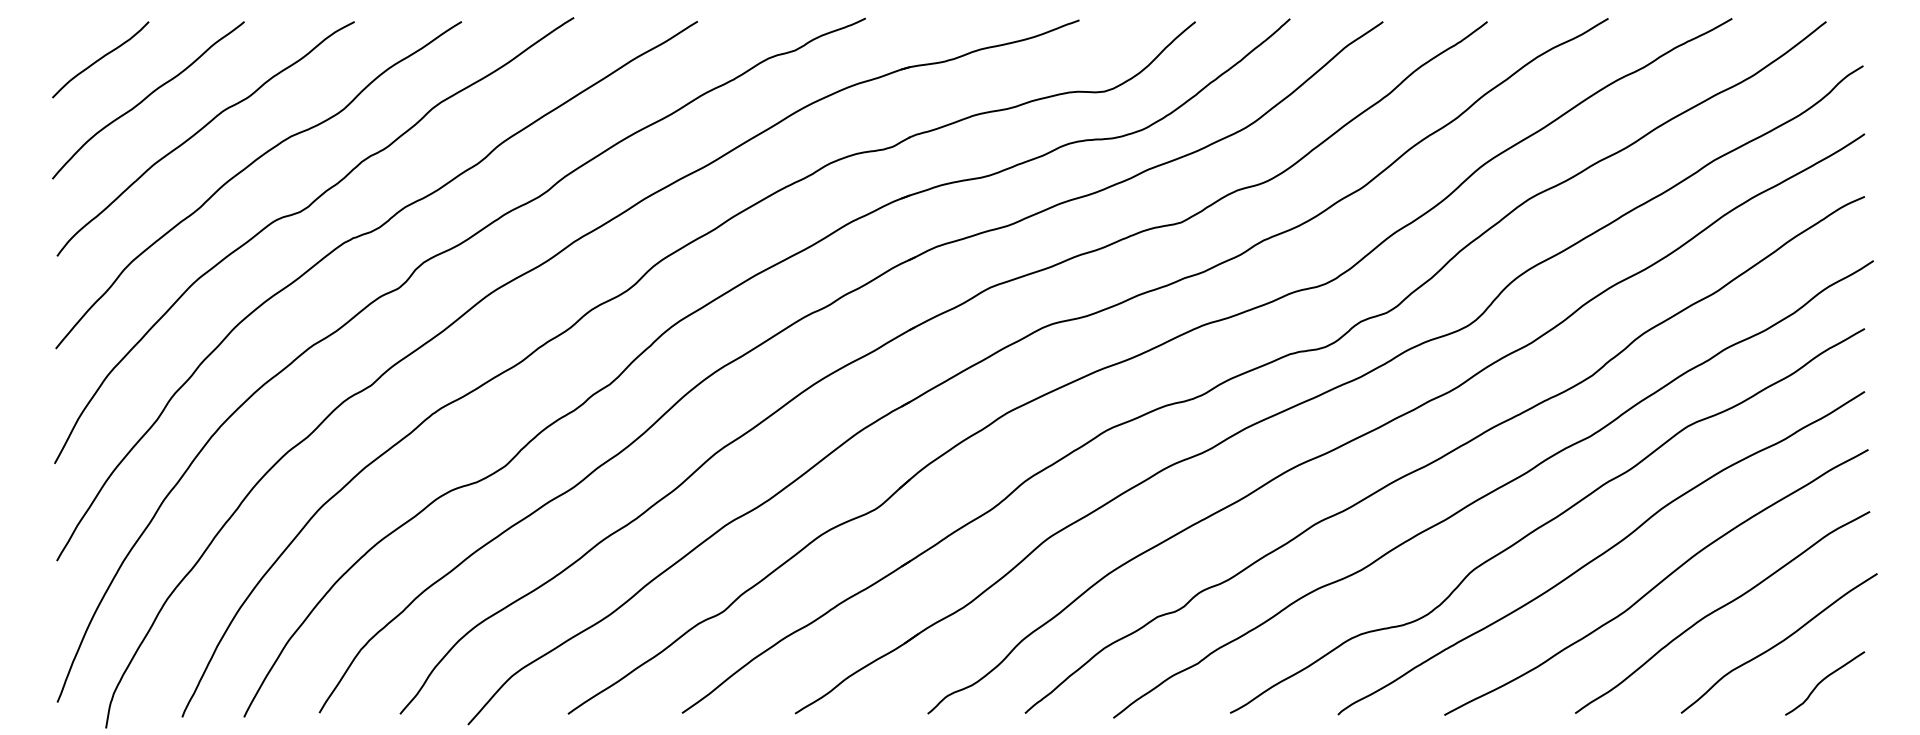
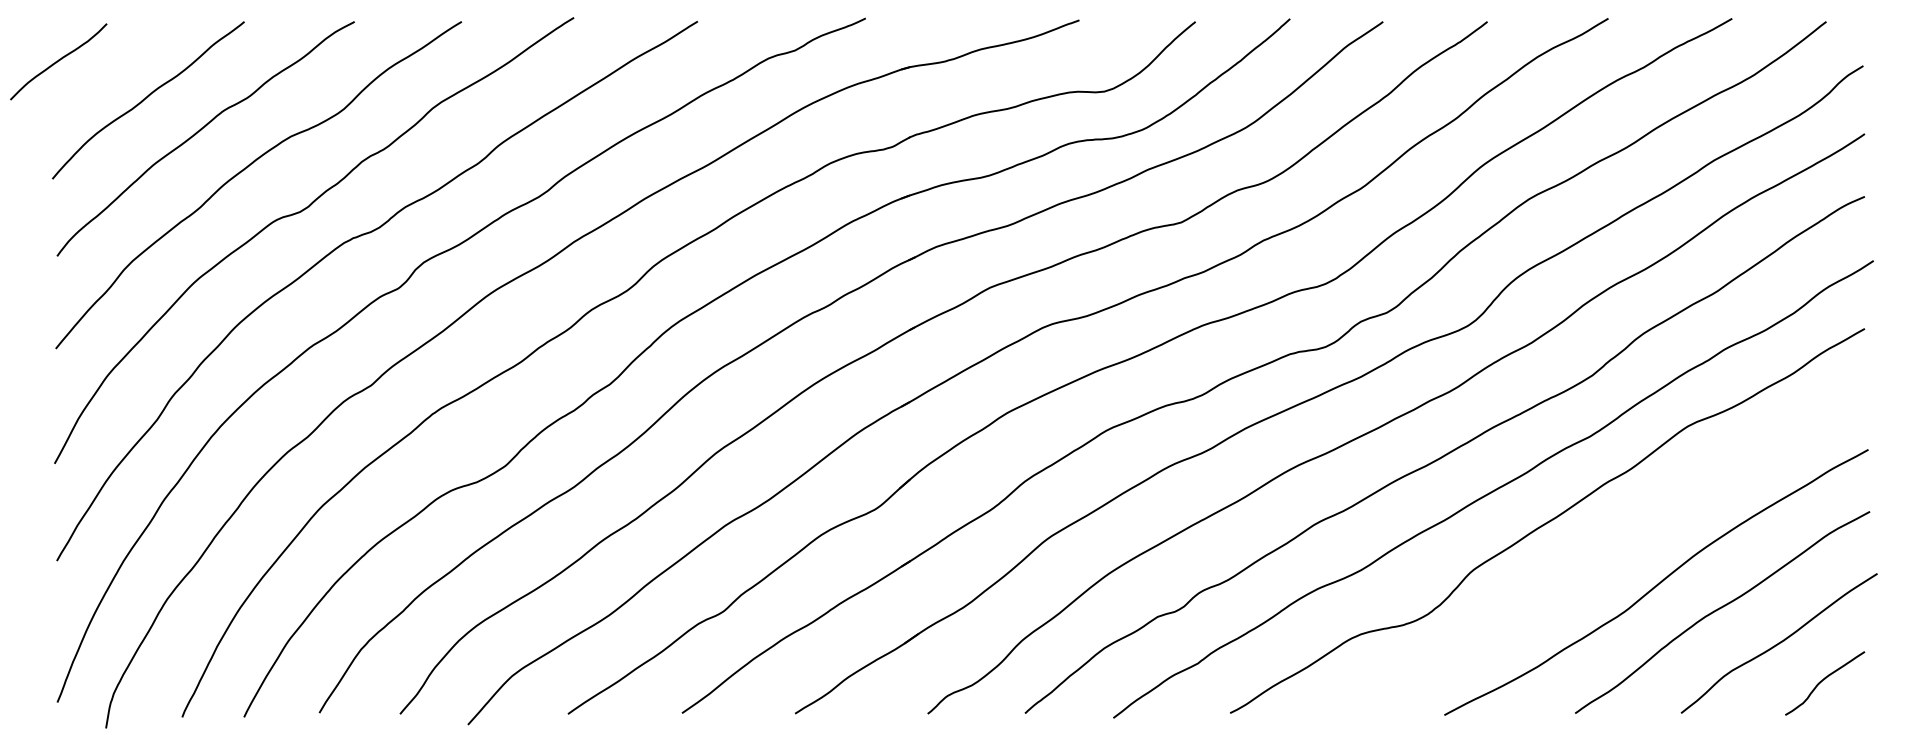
curve at (100, 59) position: (100, 59) -> (58, 61)
curve at (1601, 553): present -> none
